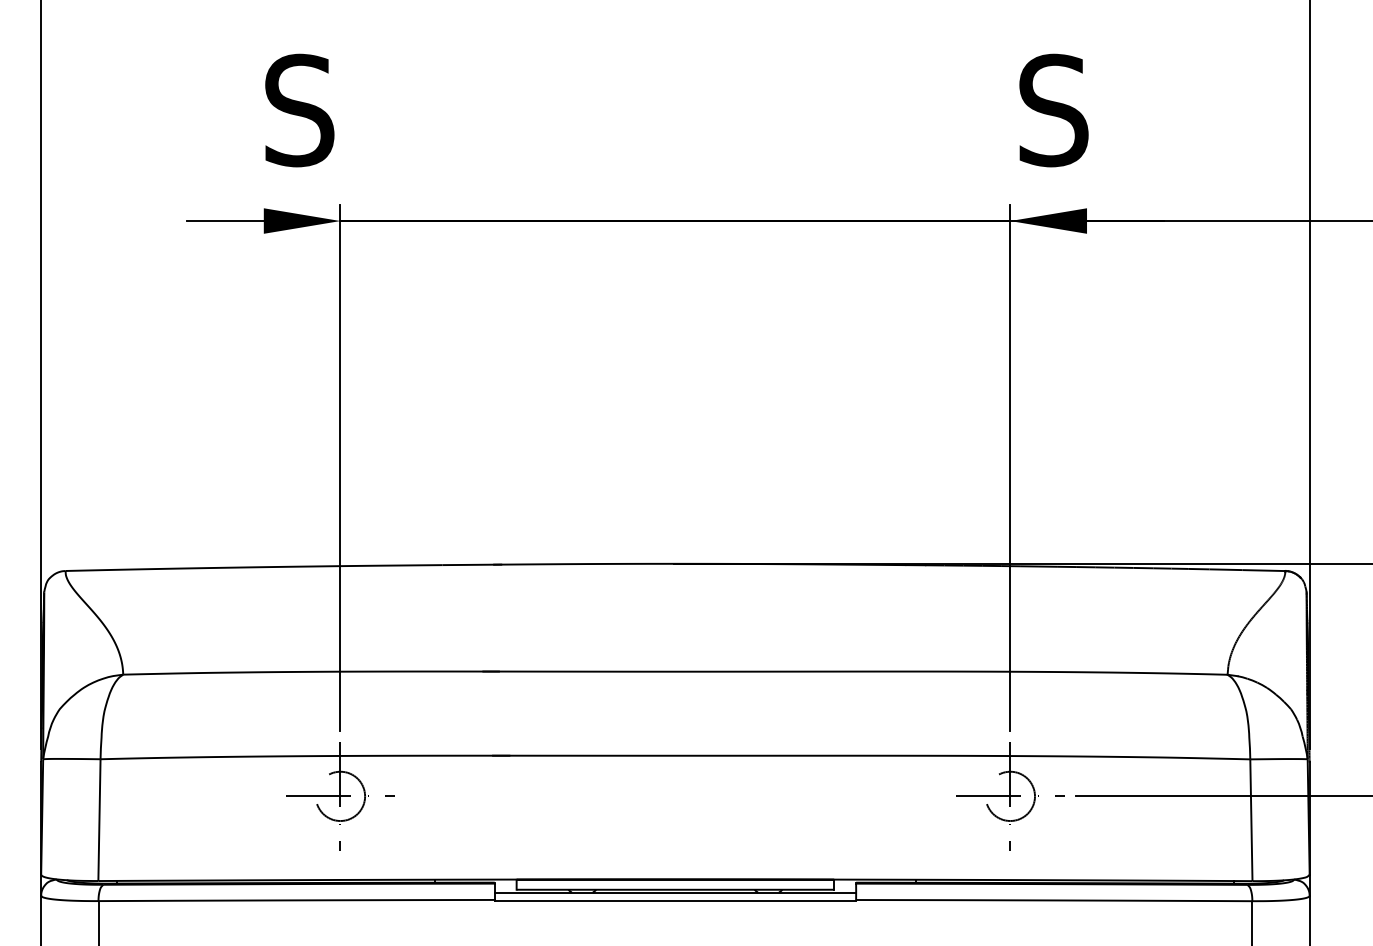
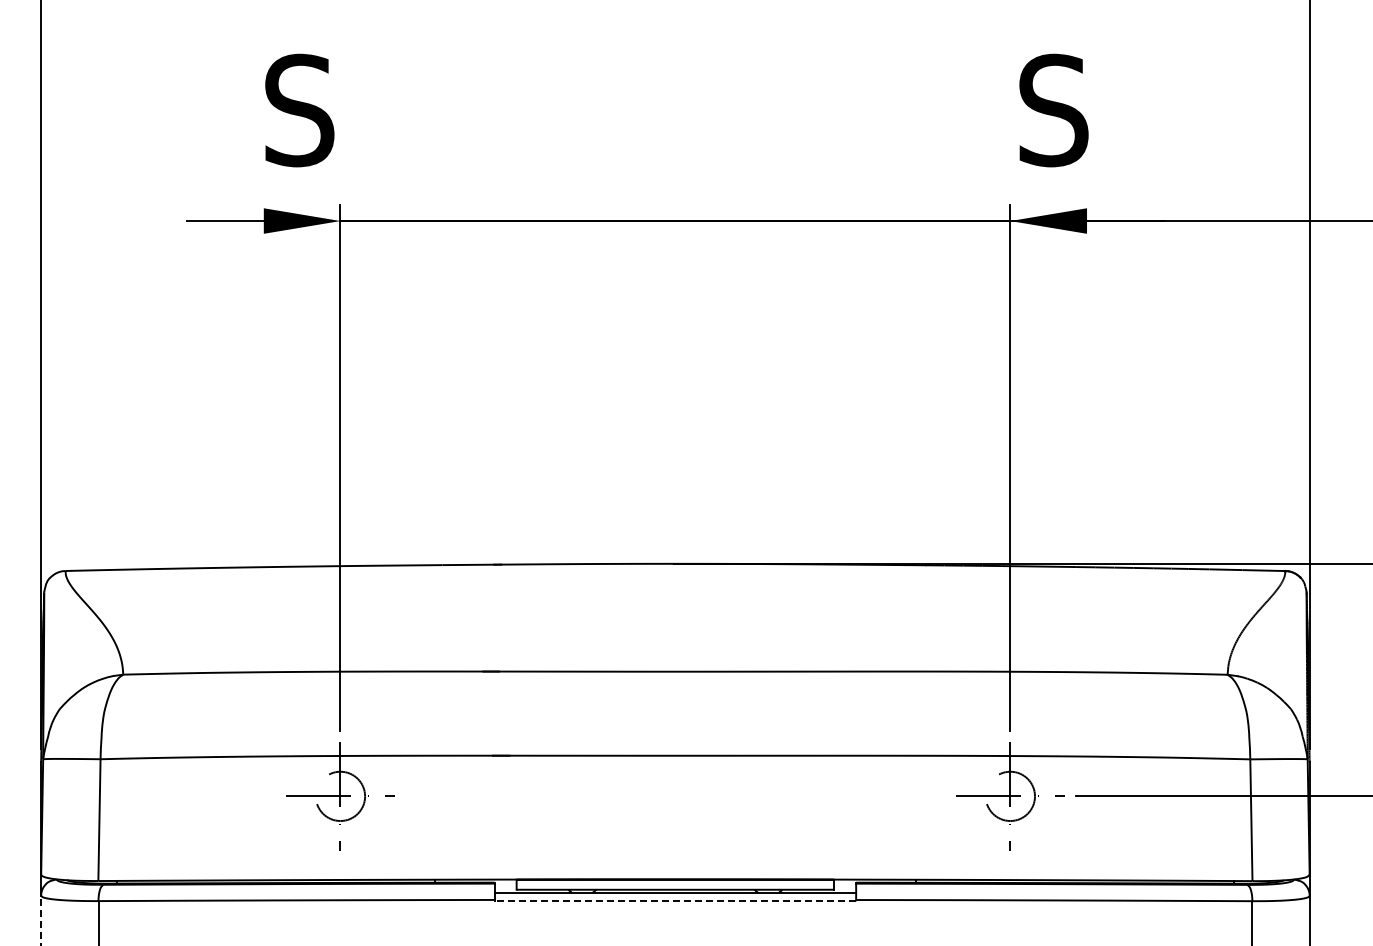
line at (675, 901): solid -> dashed
line at (41, 920): solid -> dashed
